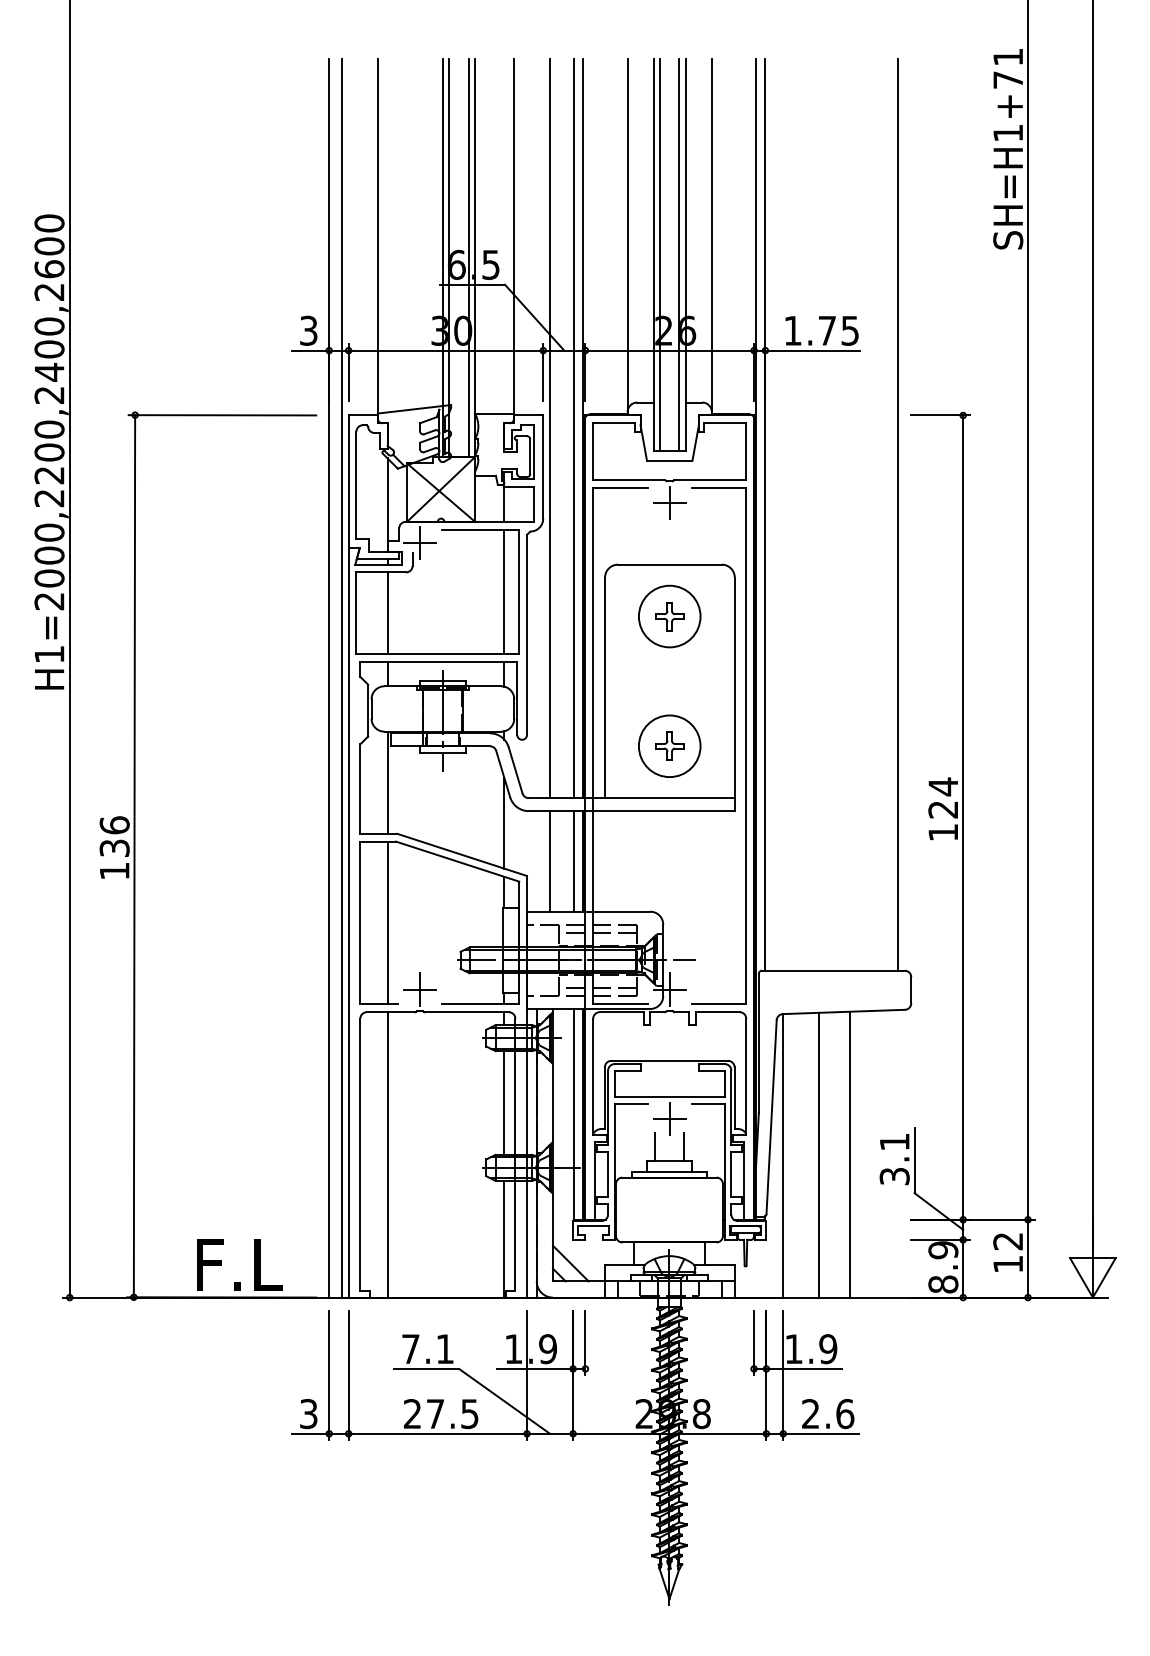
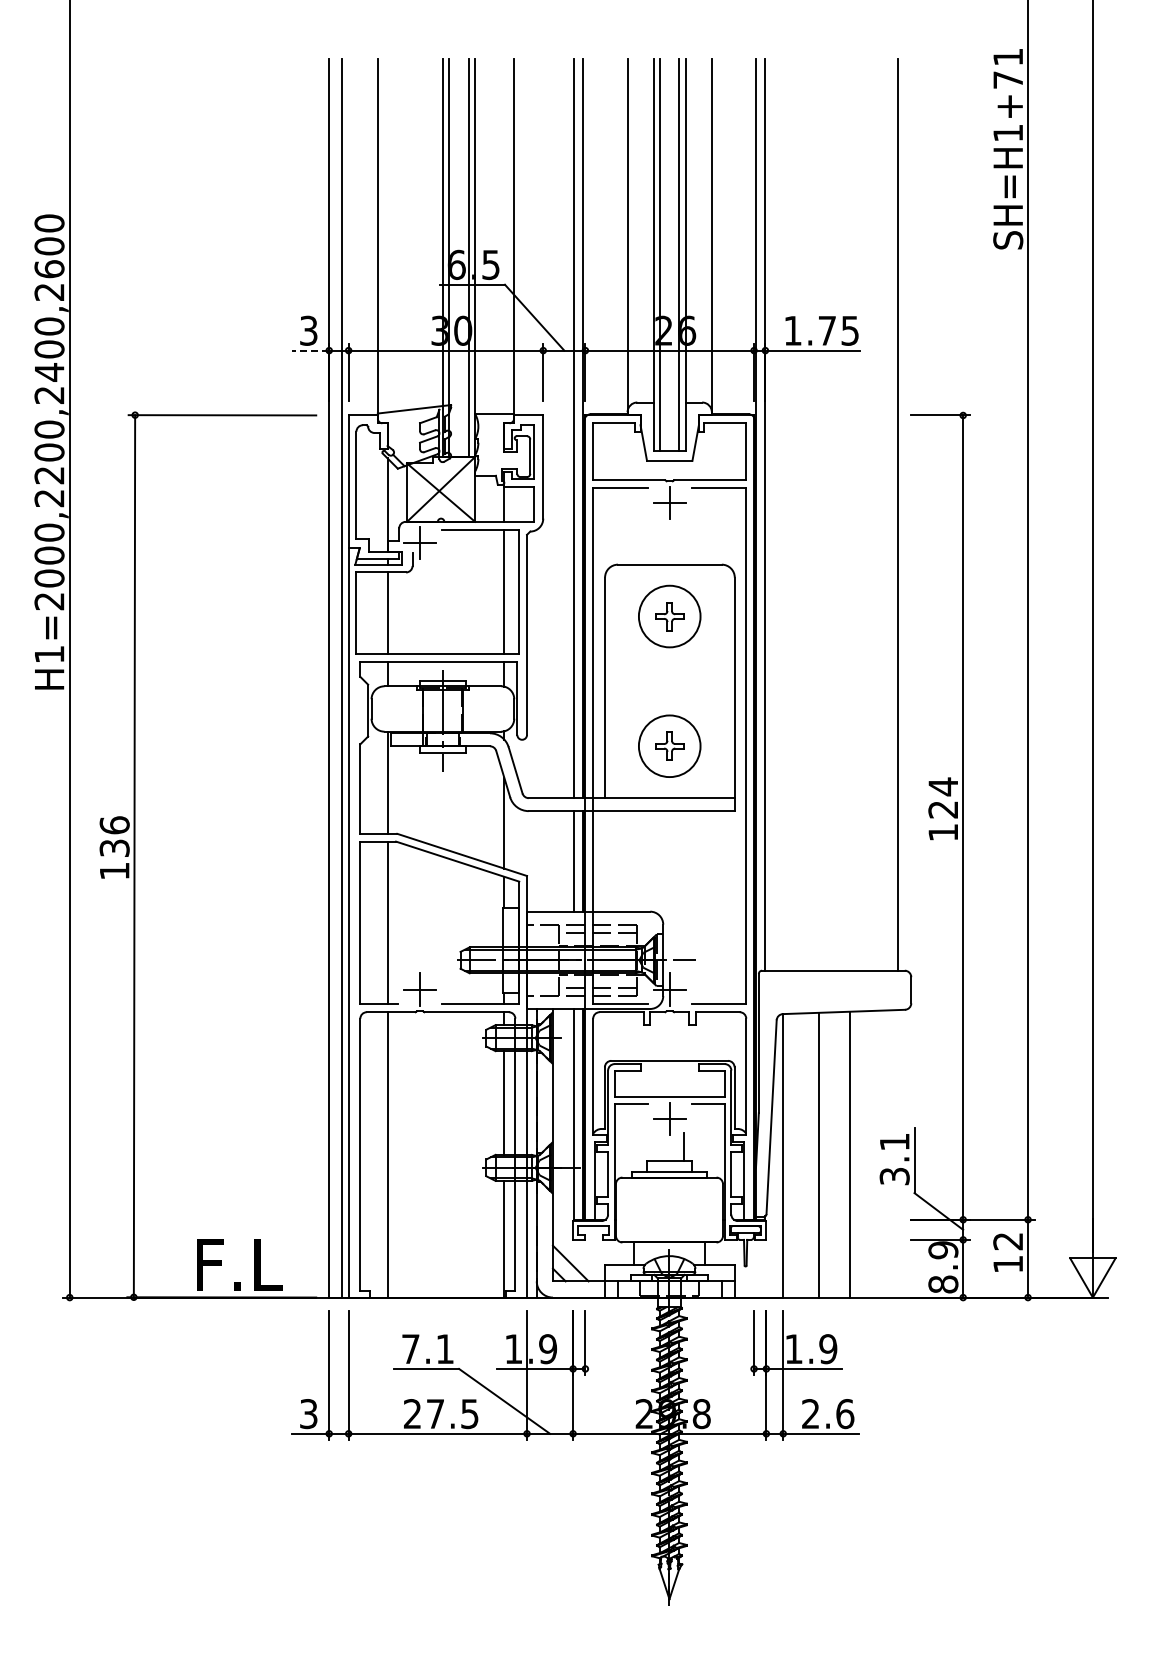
line at (310, 350): solid -> dashed
line at (549, 428): present -> none
line at (549, 861): present -> none
line at (655, 1146): present -> none
